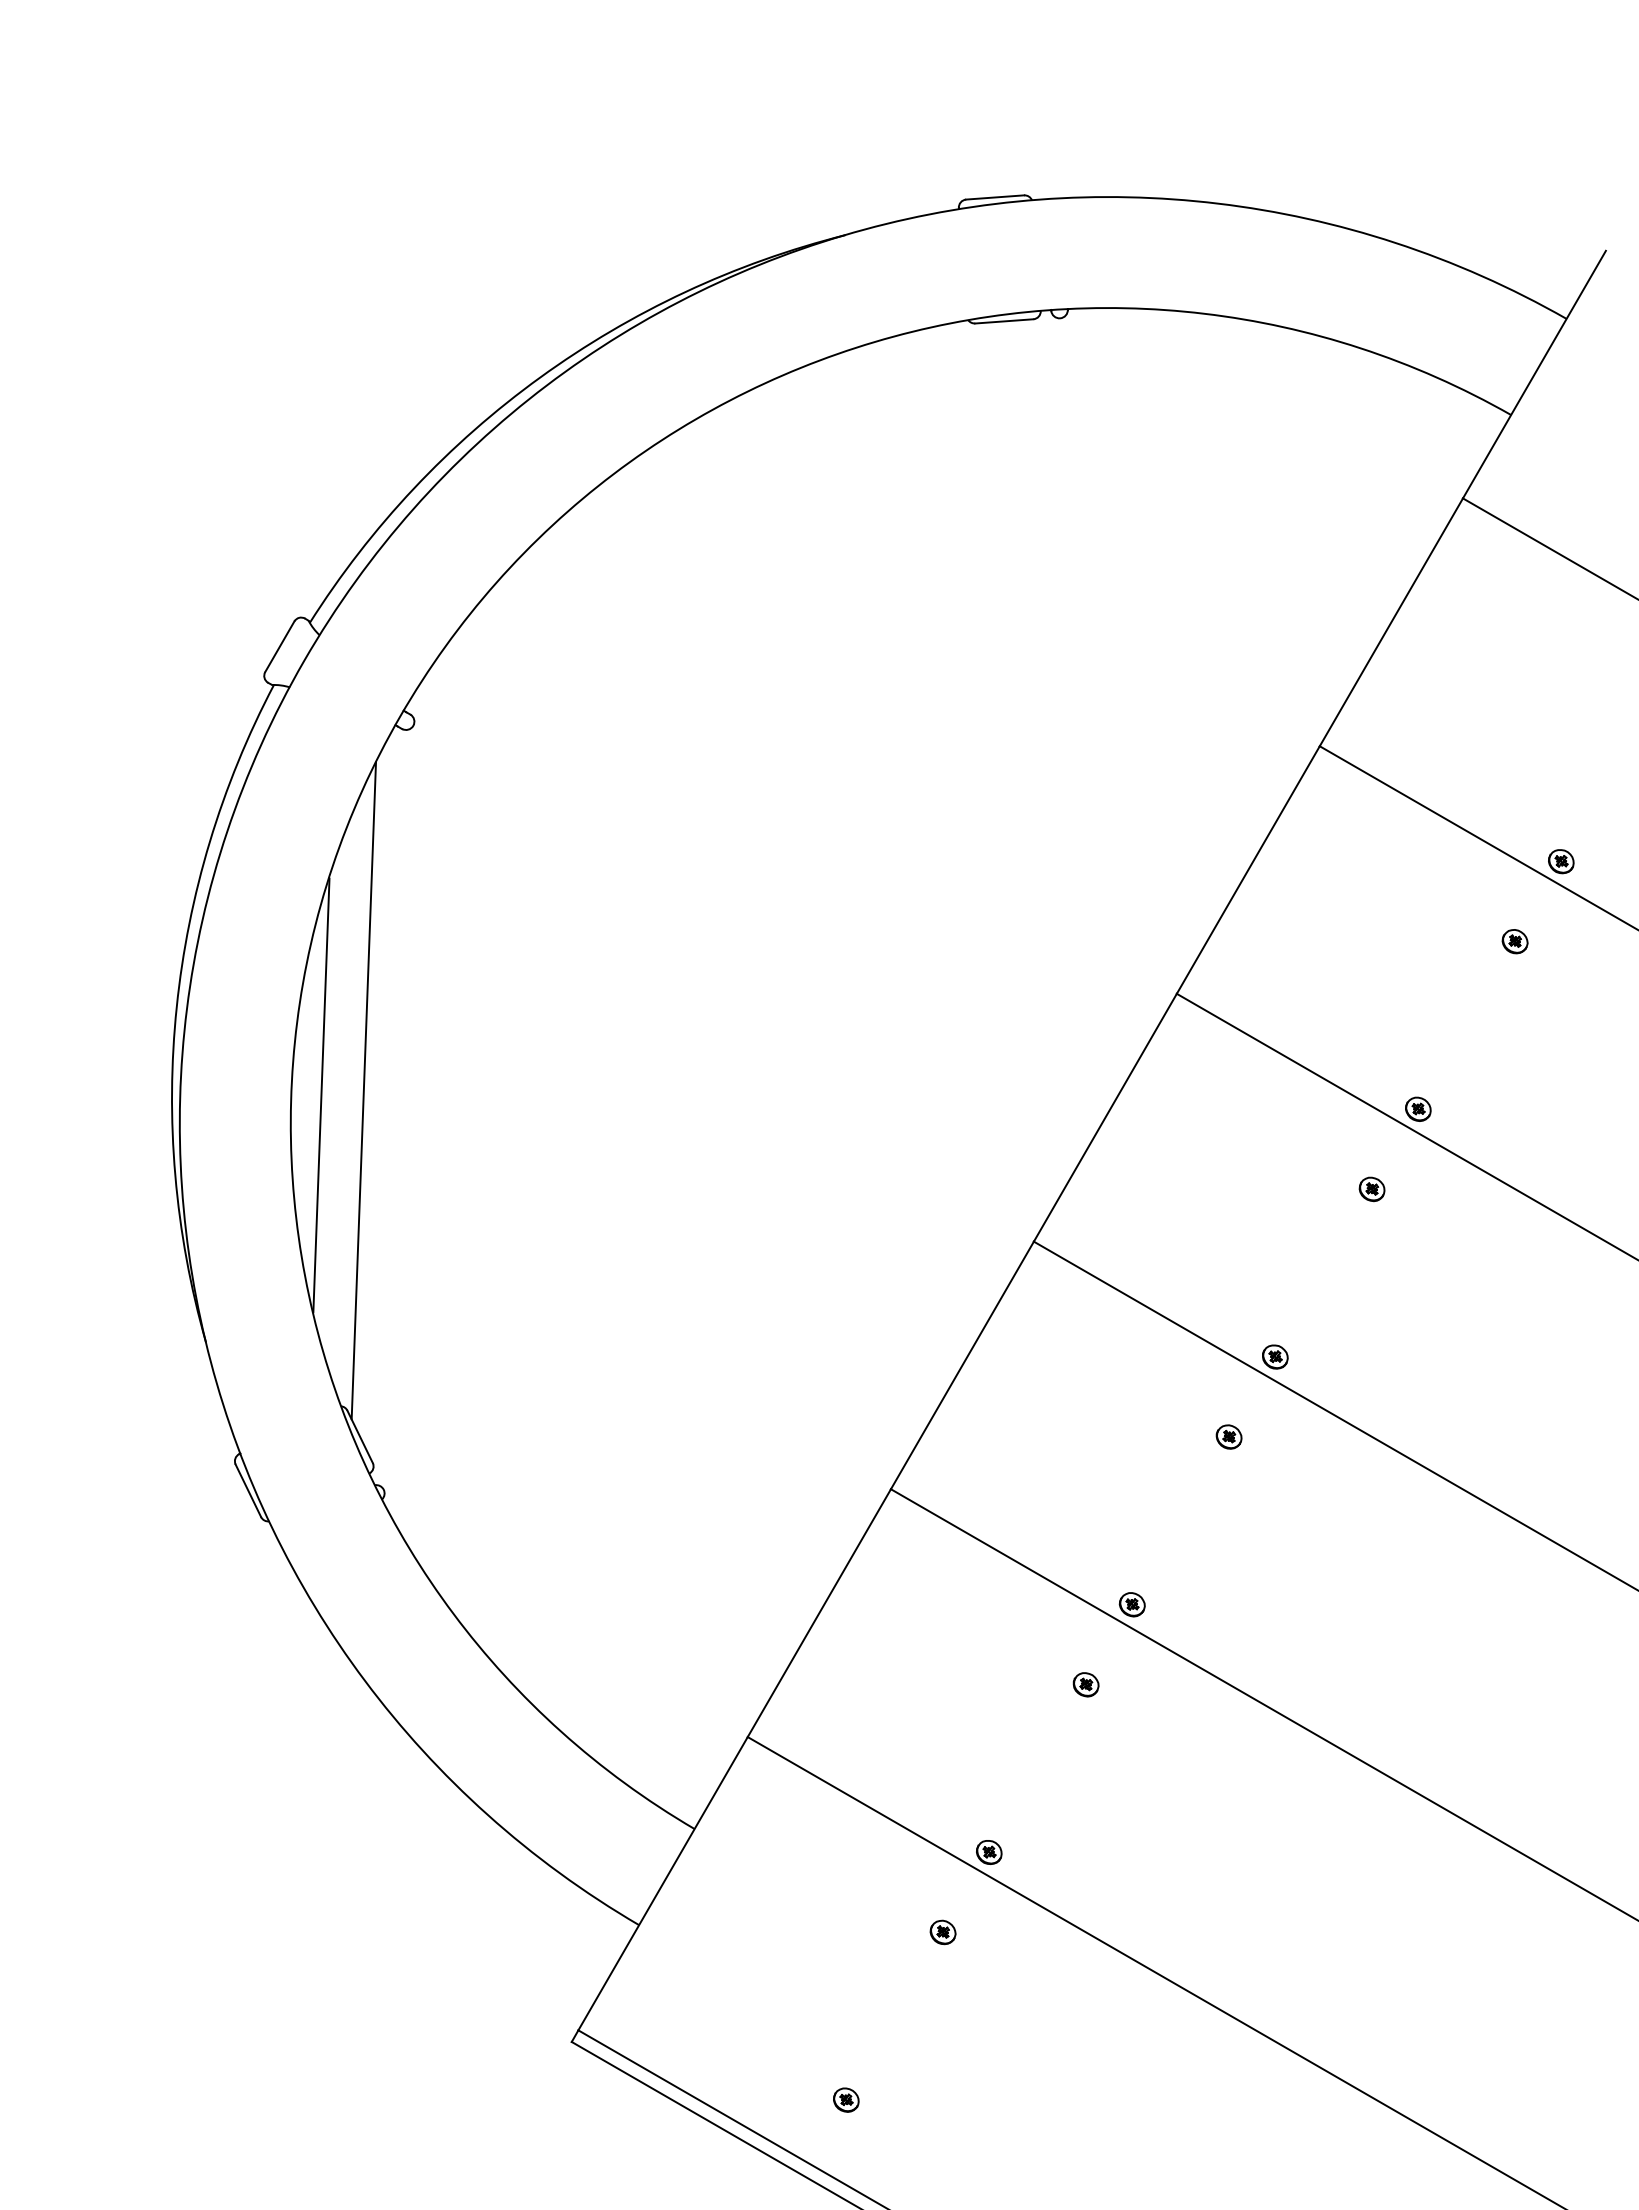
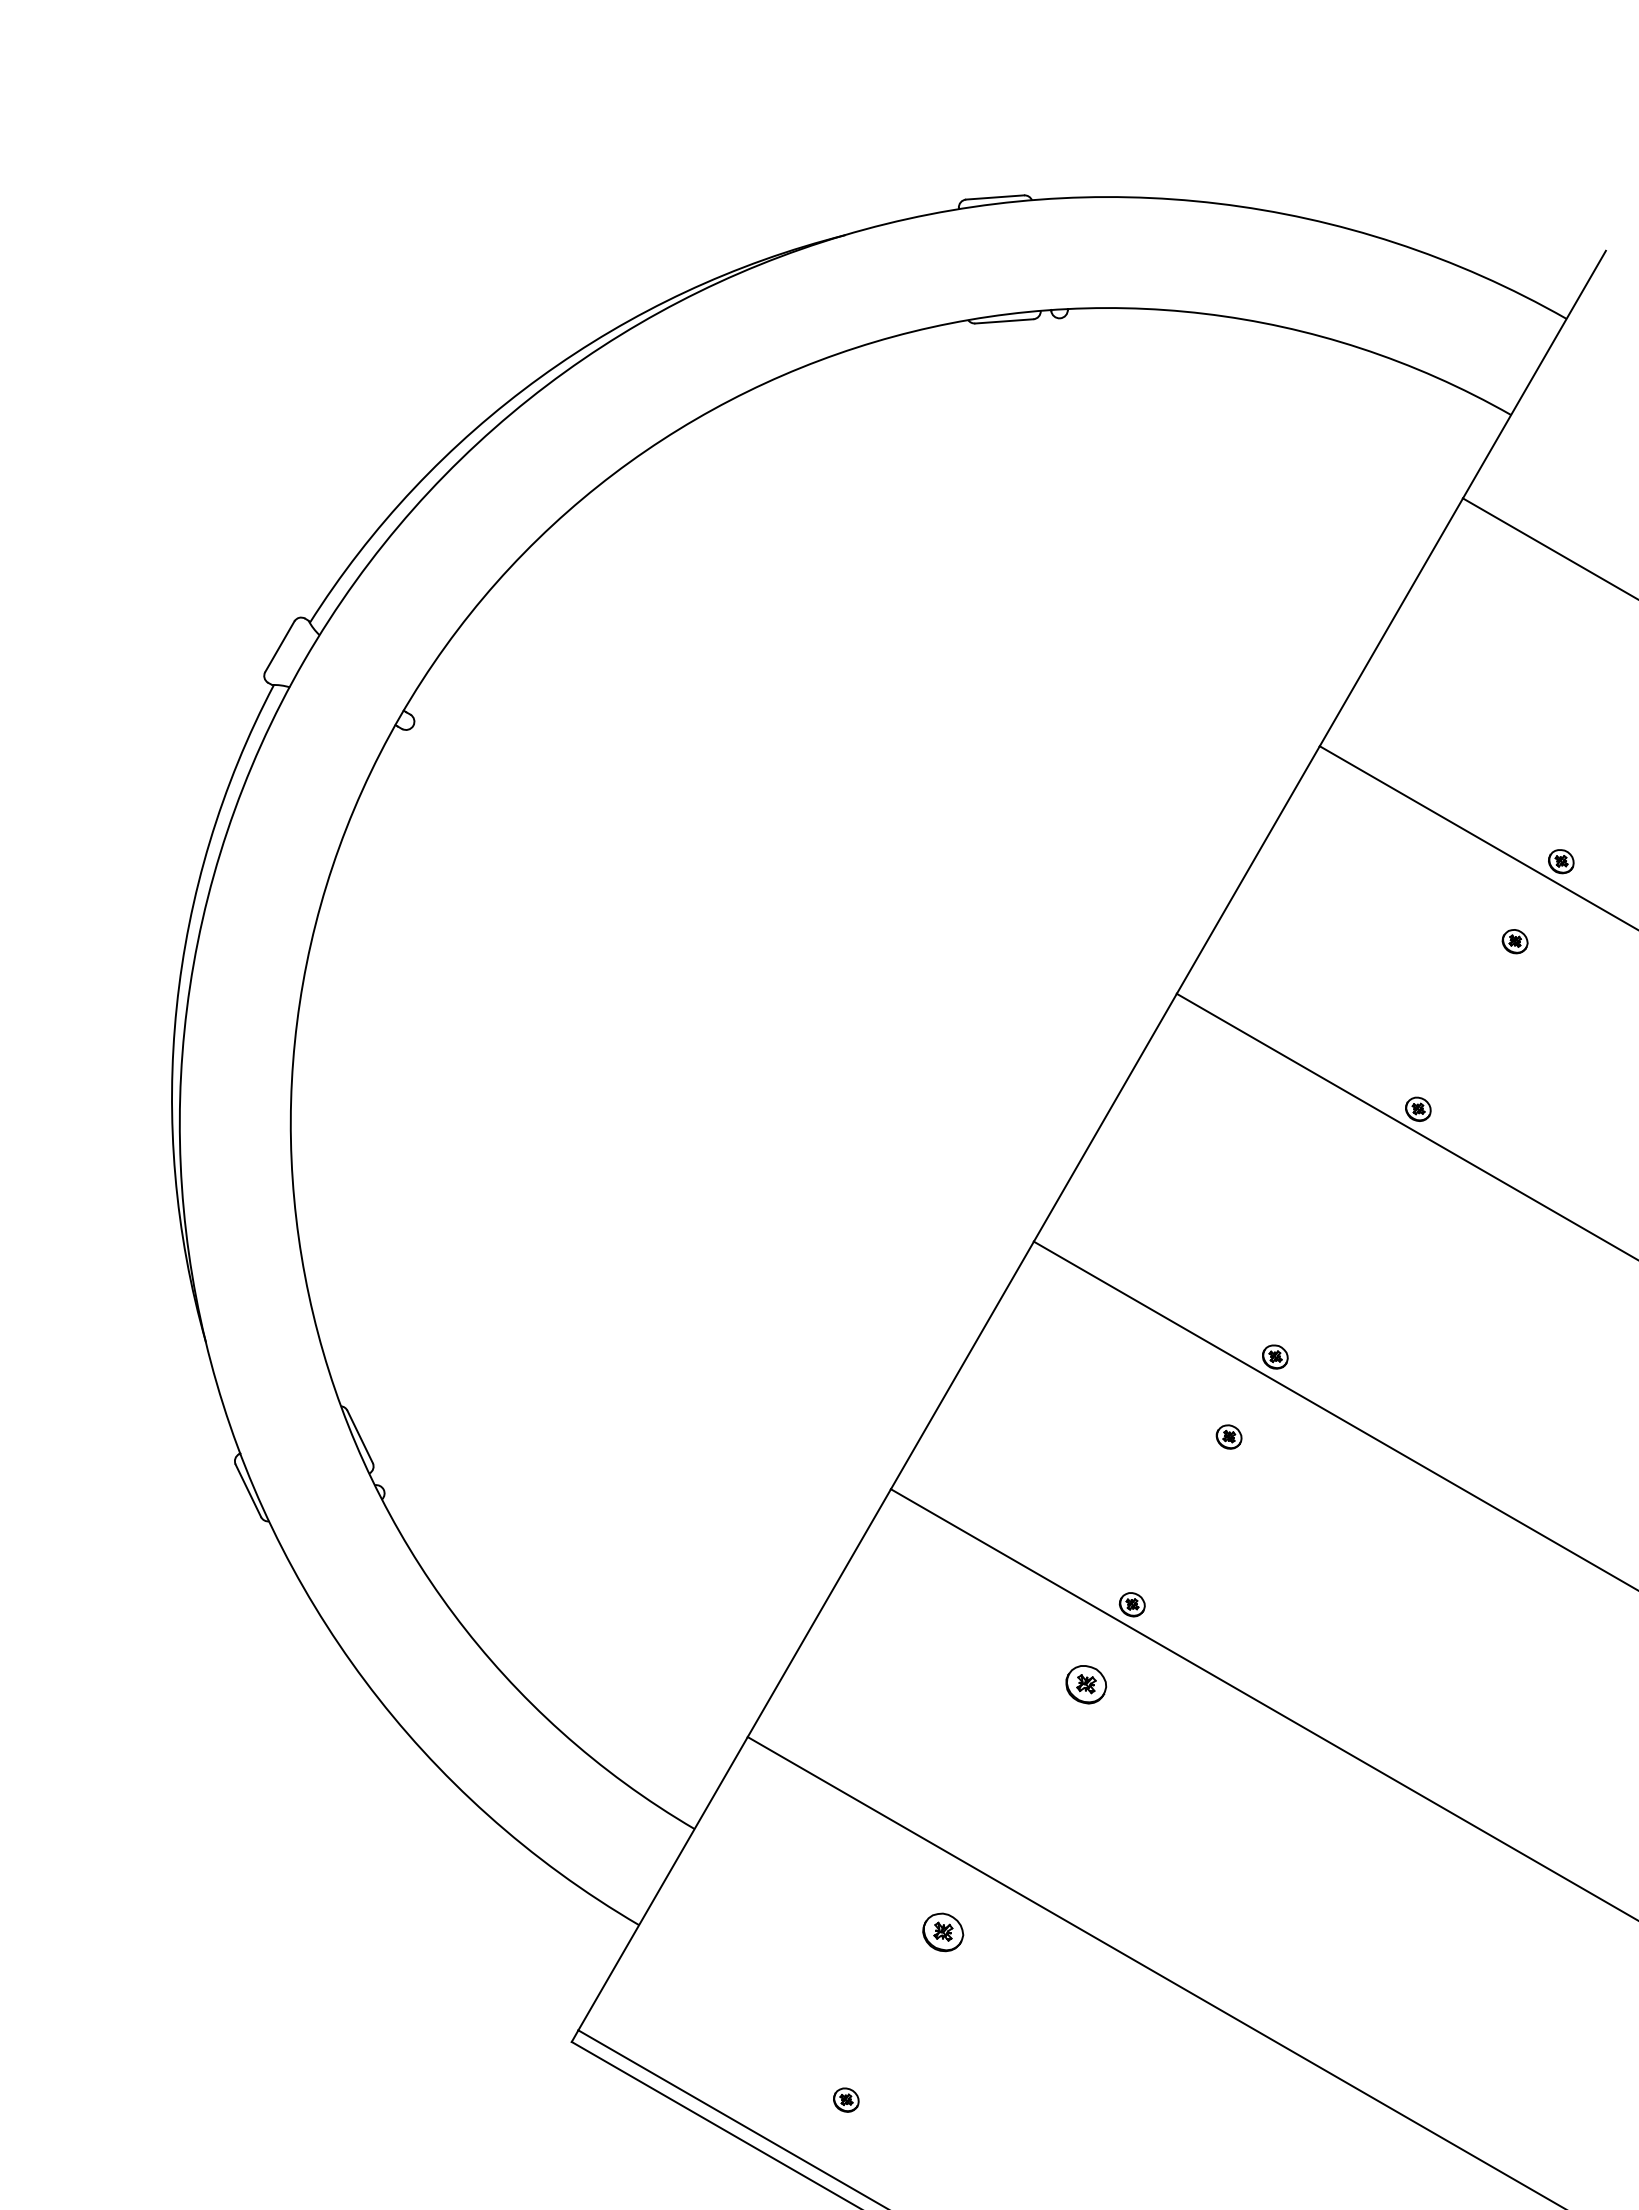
line at (363, 1090): present -> none
line at (321, 1095): present -> none
part at (1371, 1189): present -> none
part at (1085, 1684) size: 28x26 px -> 43x40 px
part at (989, 1852): present -> none
part at (942, 1932) size: 28x27 px -> 43x41 px
